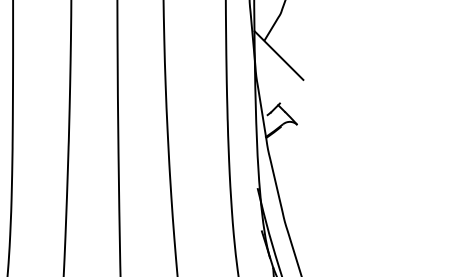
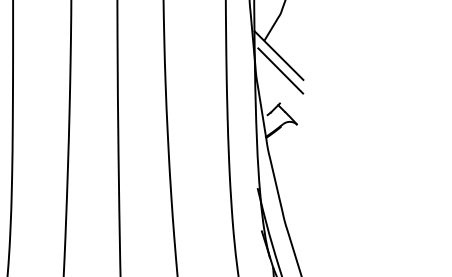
line at (280, 70): none -> present
